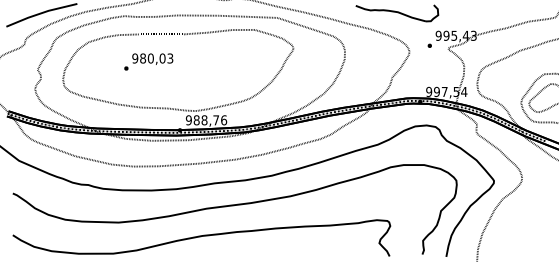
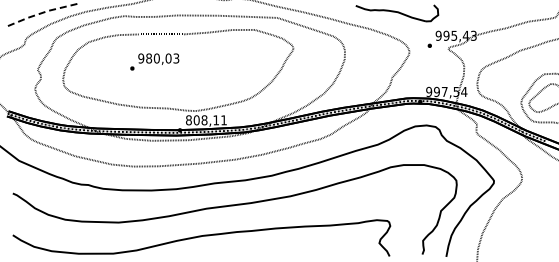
line at (41, 13): solid -> dashed
text at (148, 61) position: (148, 61) -> (154, 61)
text at (206, 120): 988,76 -> 808,11
